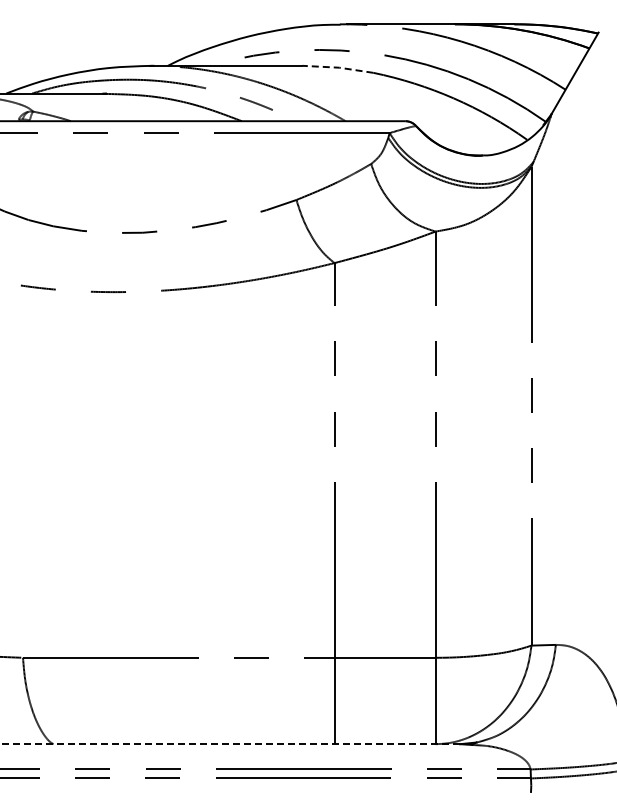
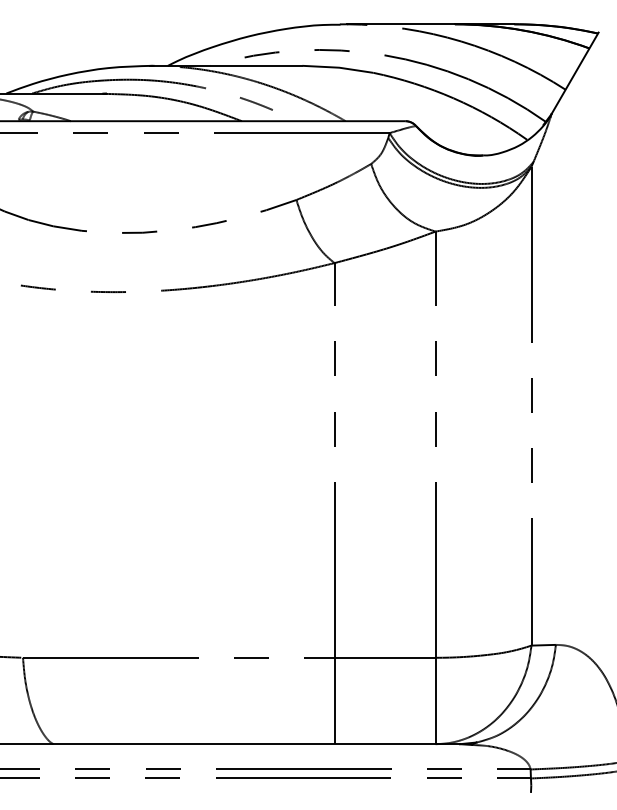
line at (338, 67): dashed -> solid
line at (230, 744): dashed -> solid
